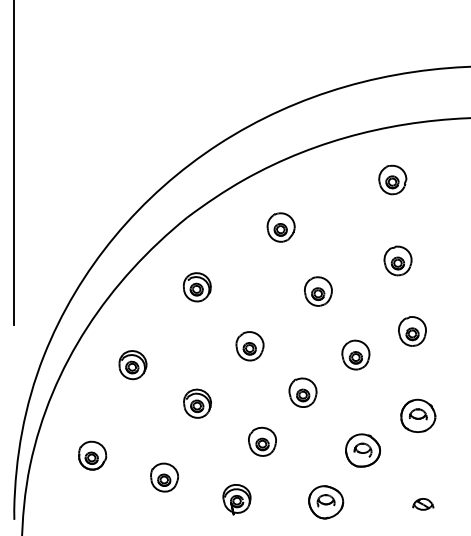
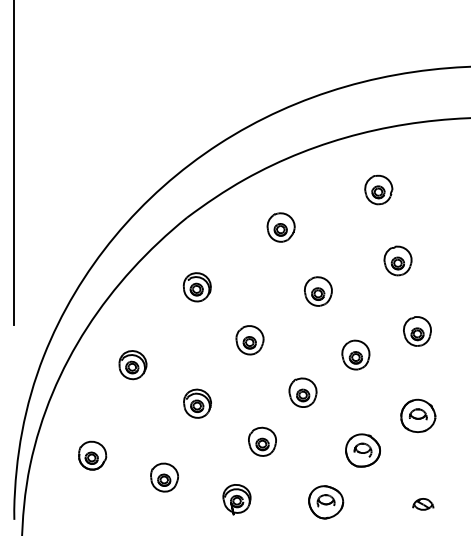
part at (392, 179) position: (392, 179) -> (378, 189)
part at (412, 331) position: (412, 331) -> (417, 331)
part at (249, 346) position: (249, 346) -> (249, 340)
